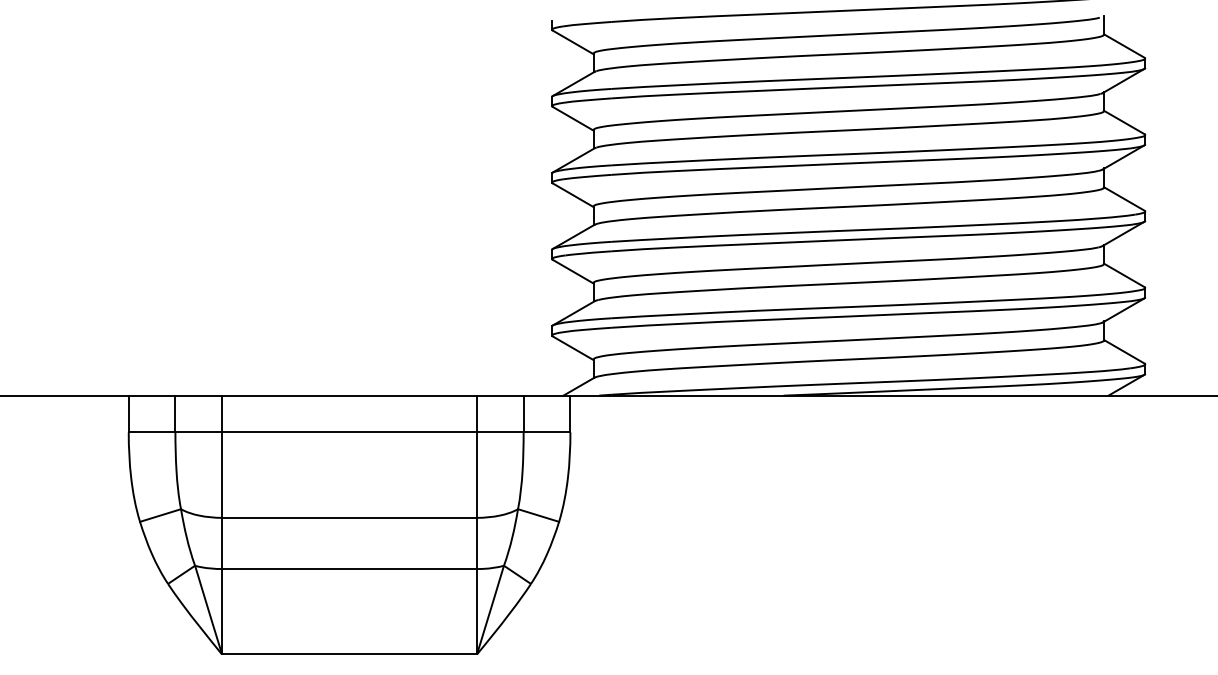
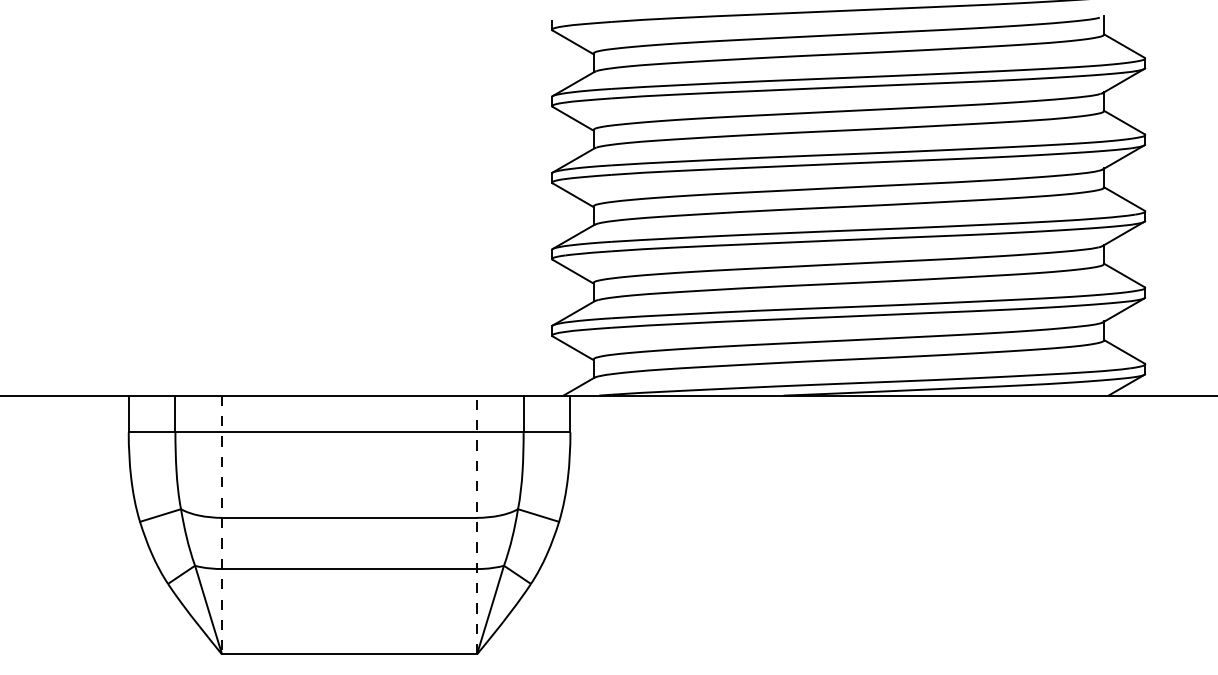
line at (476, 524): solid -> dashed
line at (222, 525): solid -> dashed
